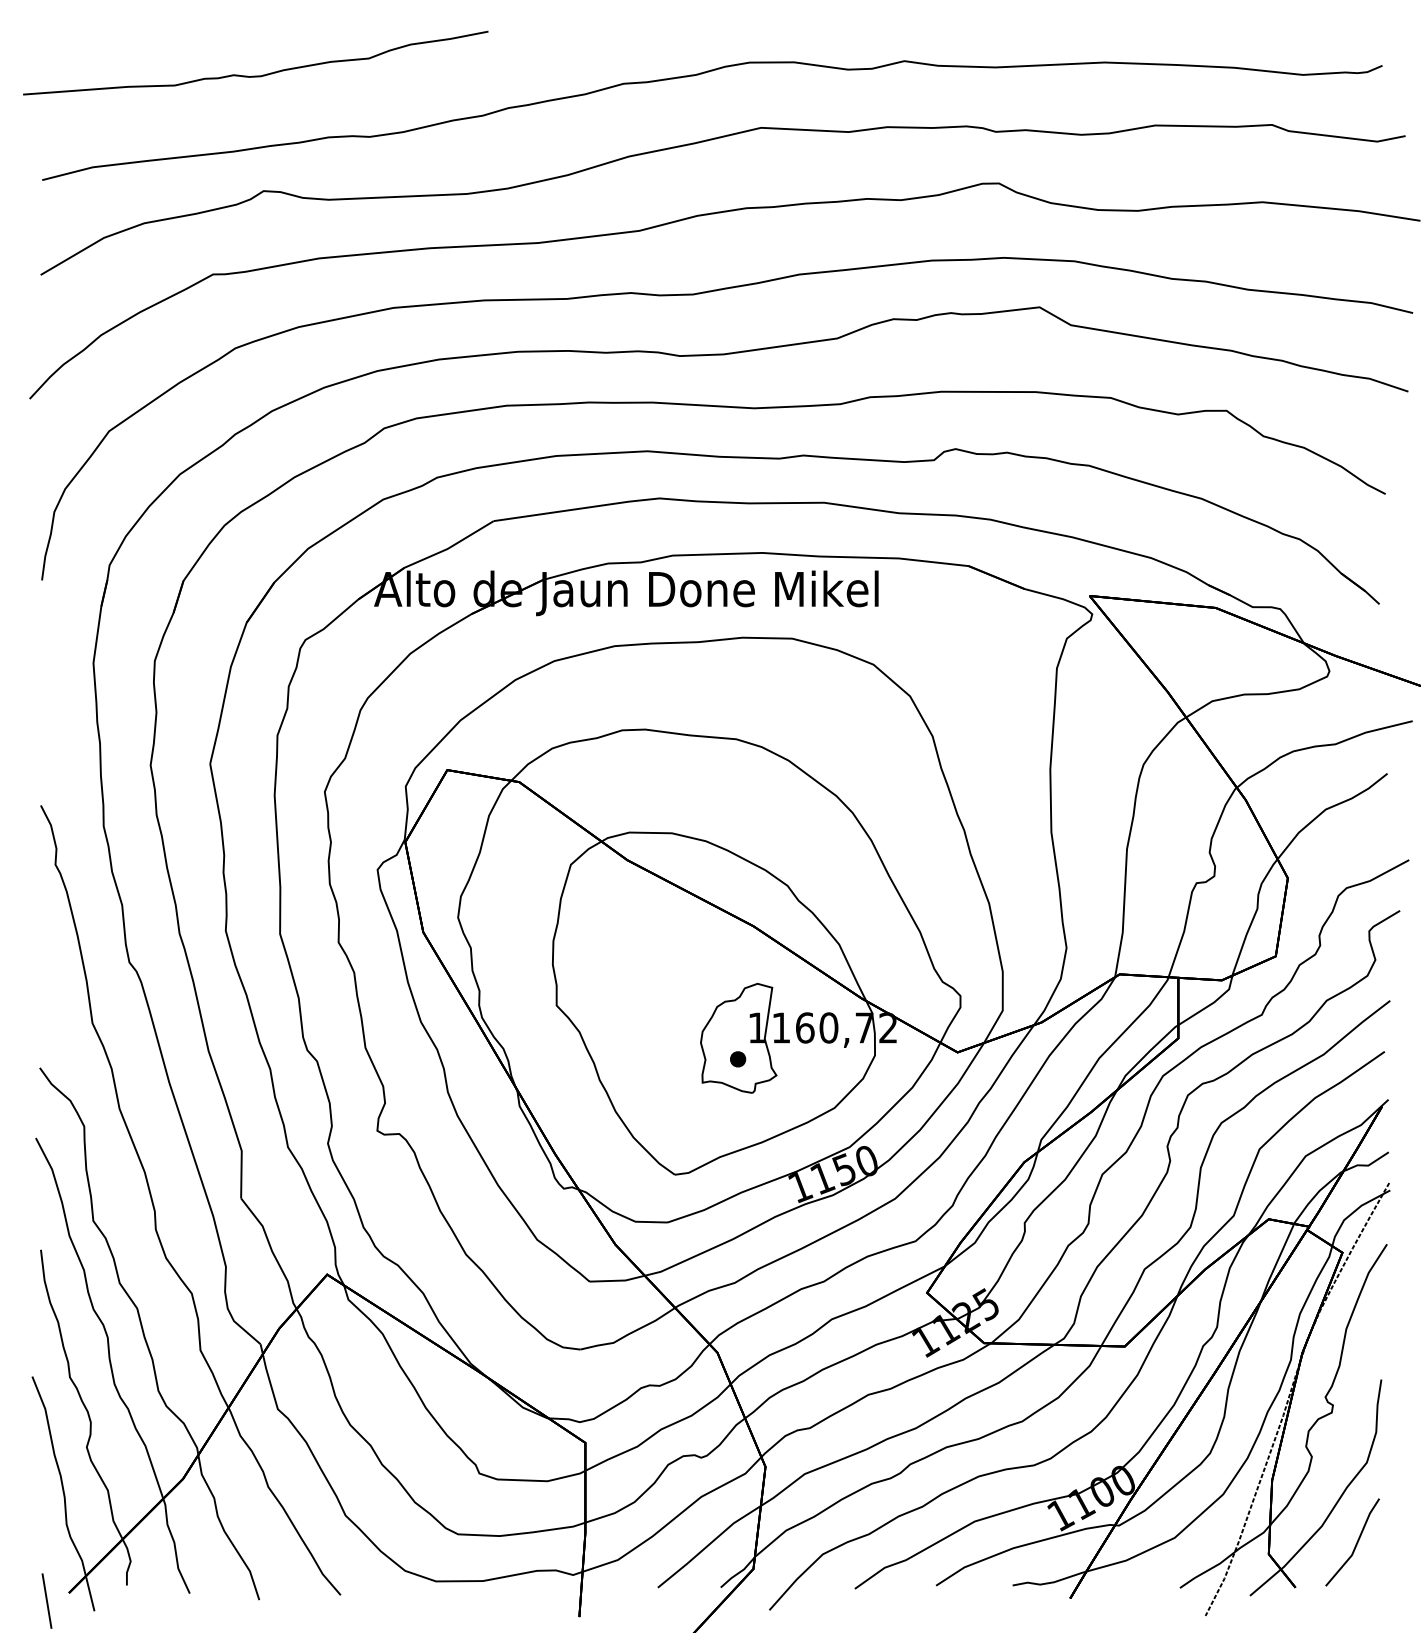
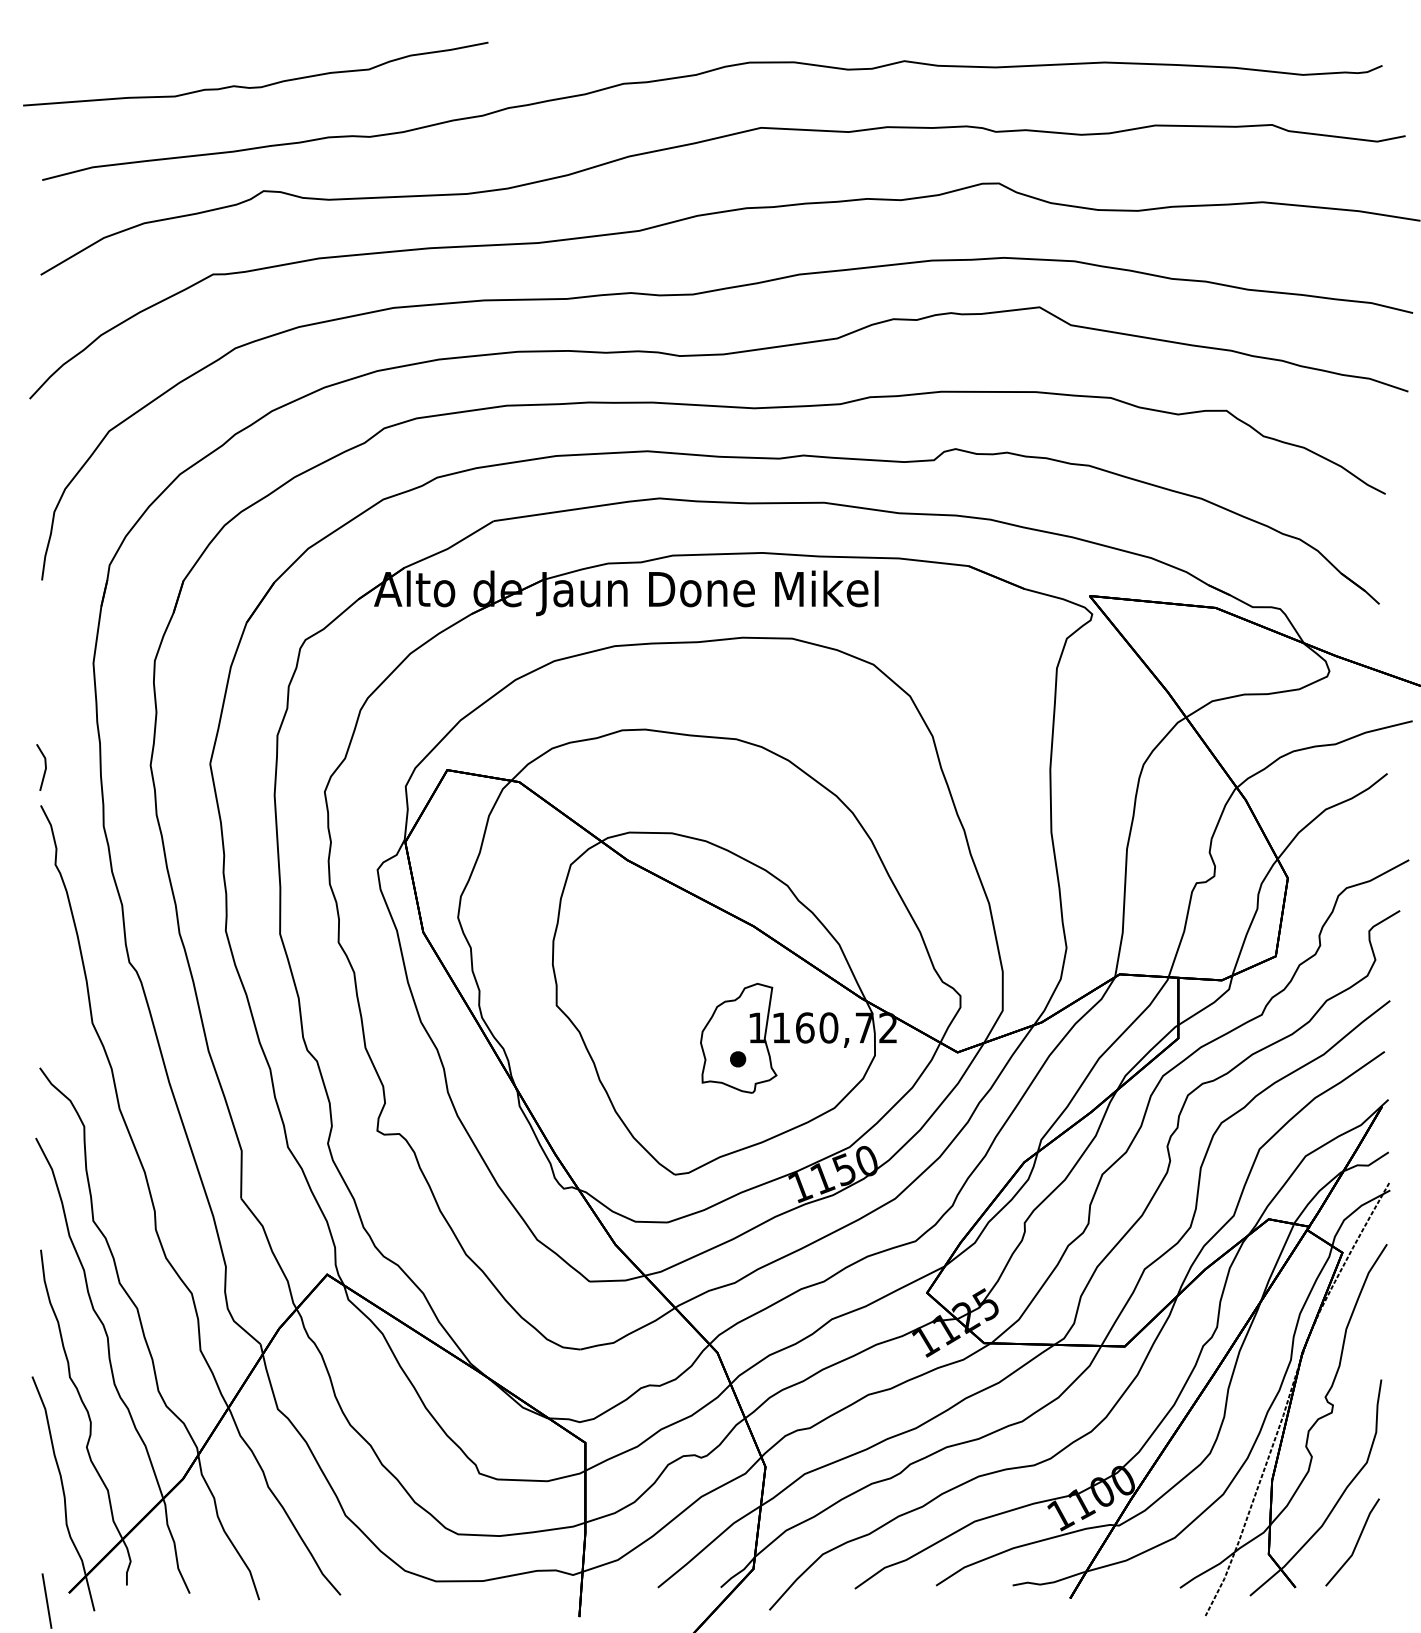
part at (255, 75) position: (255, 75) -> (255, 86)
line at (44, 765): none -> present
